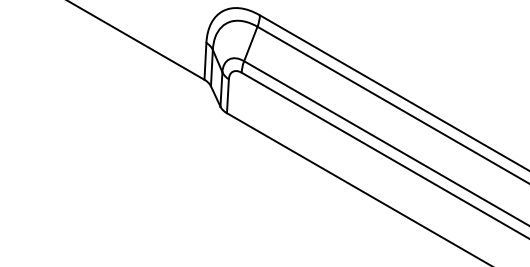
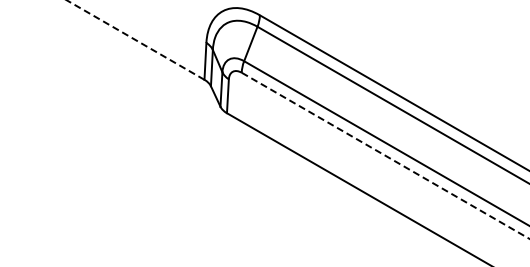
line at (135, 39): solid -> dashed
line at (386, 156): solid -> dashed
